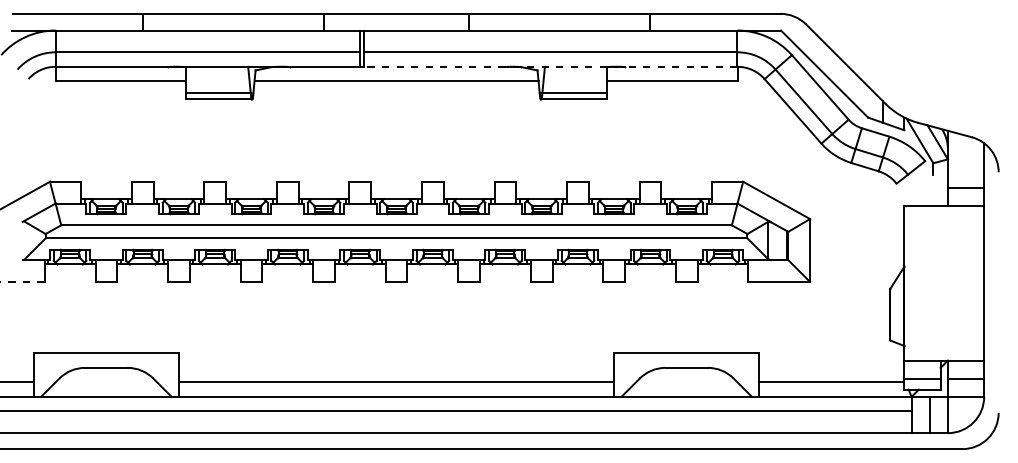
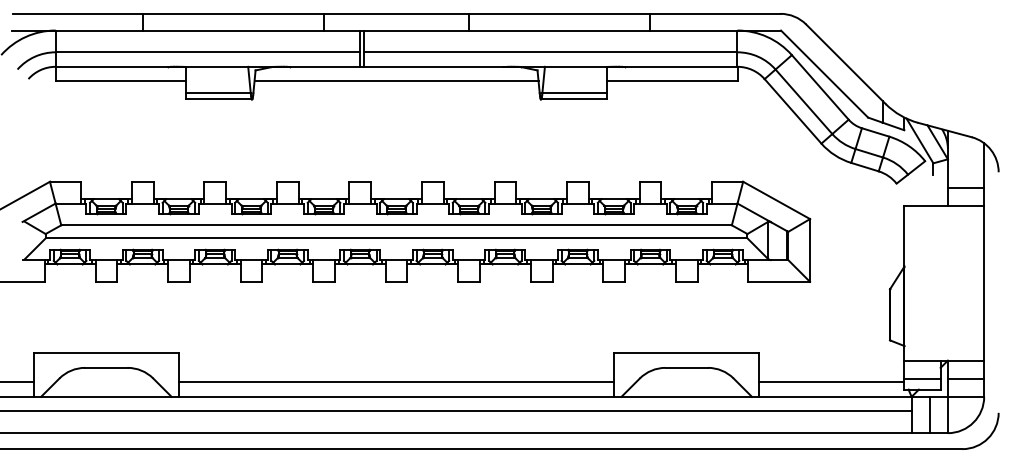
line at (550, 66): dashed -> solid
line at (22, 281): dashed -> solid
